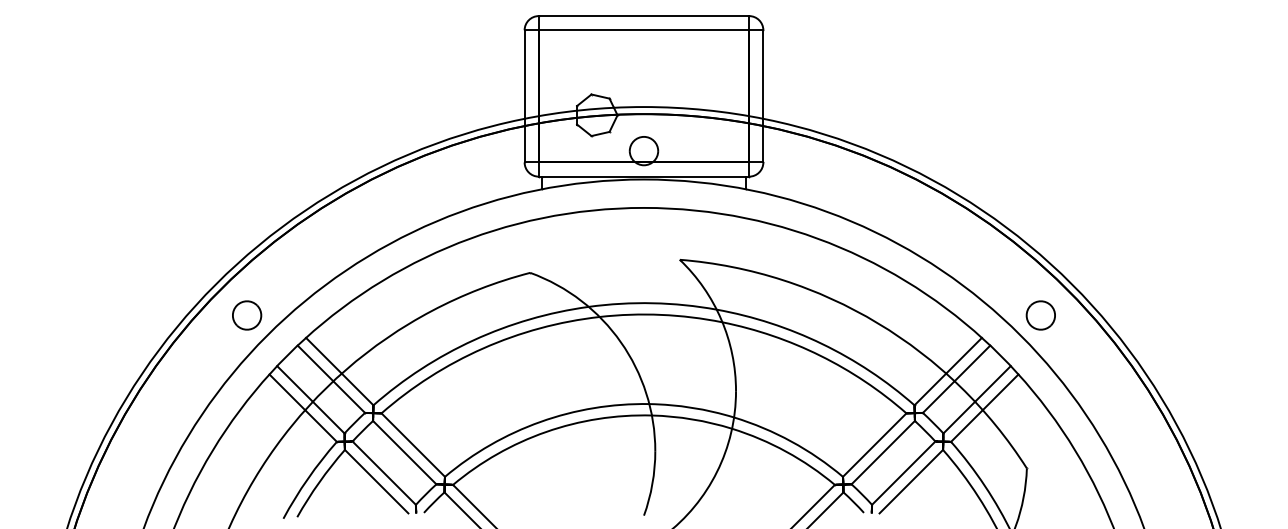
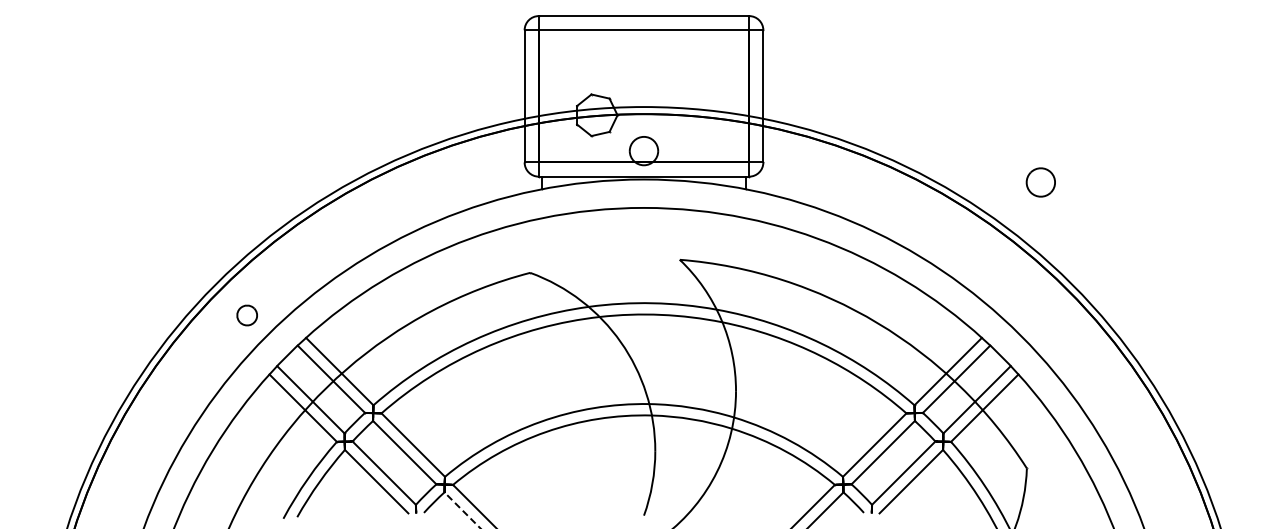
part at (247, 315) size: 31x31 px -> 22x23 px
part at (1040, 315) position: (1040, 315) -> (1040, 182)
line at (462, 510): solid -> dashed
